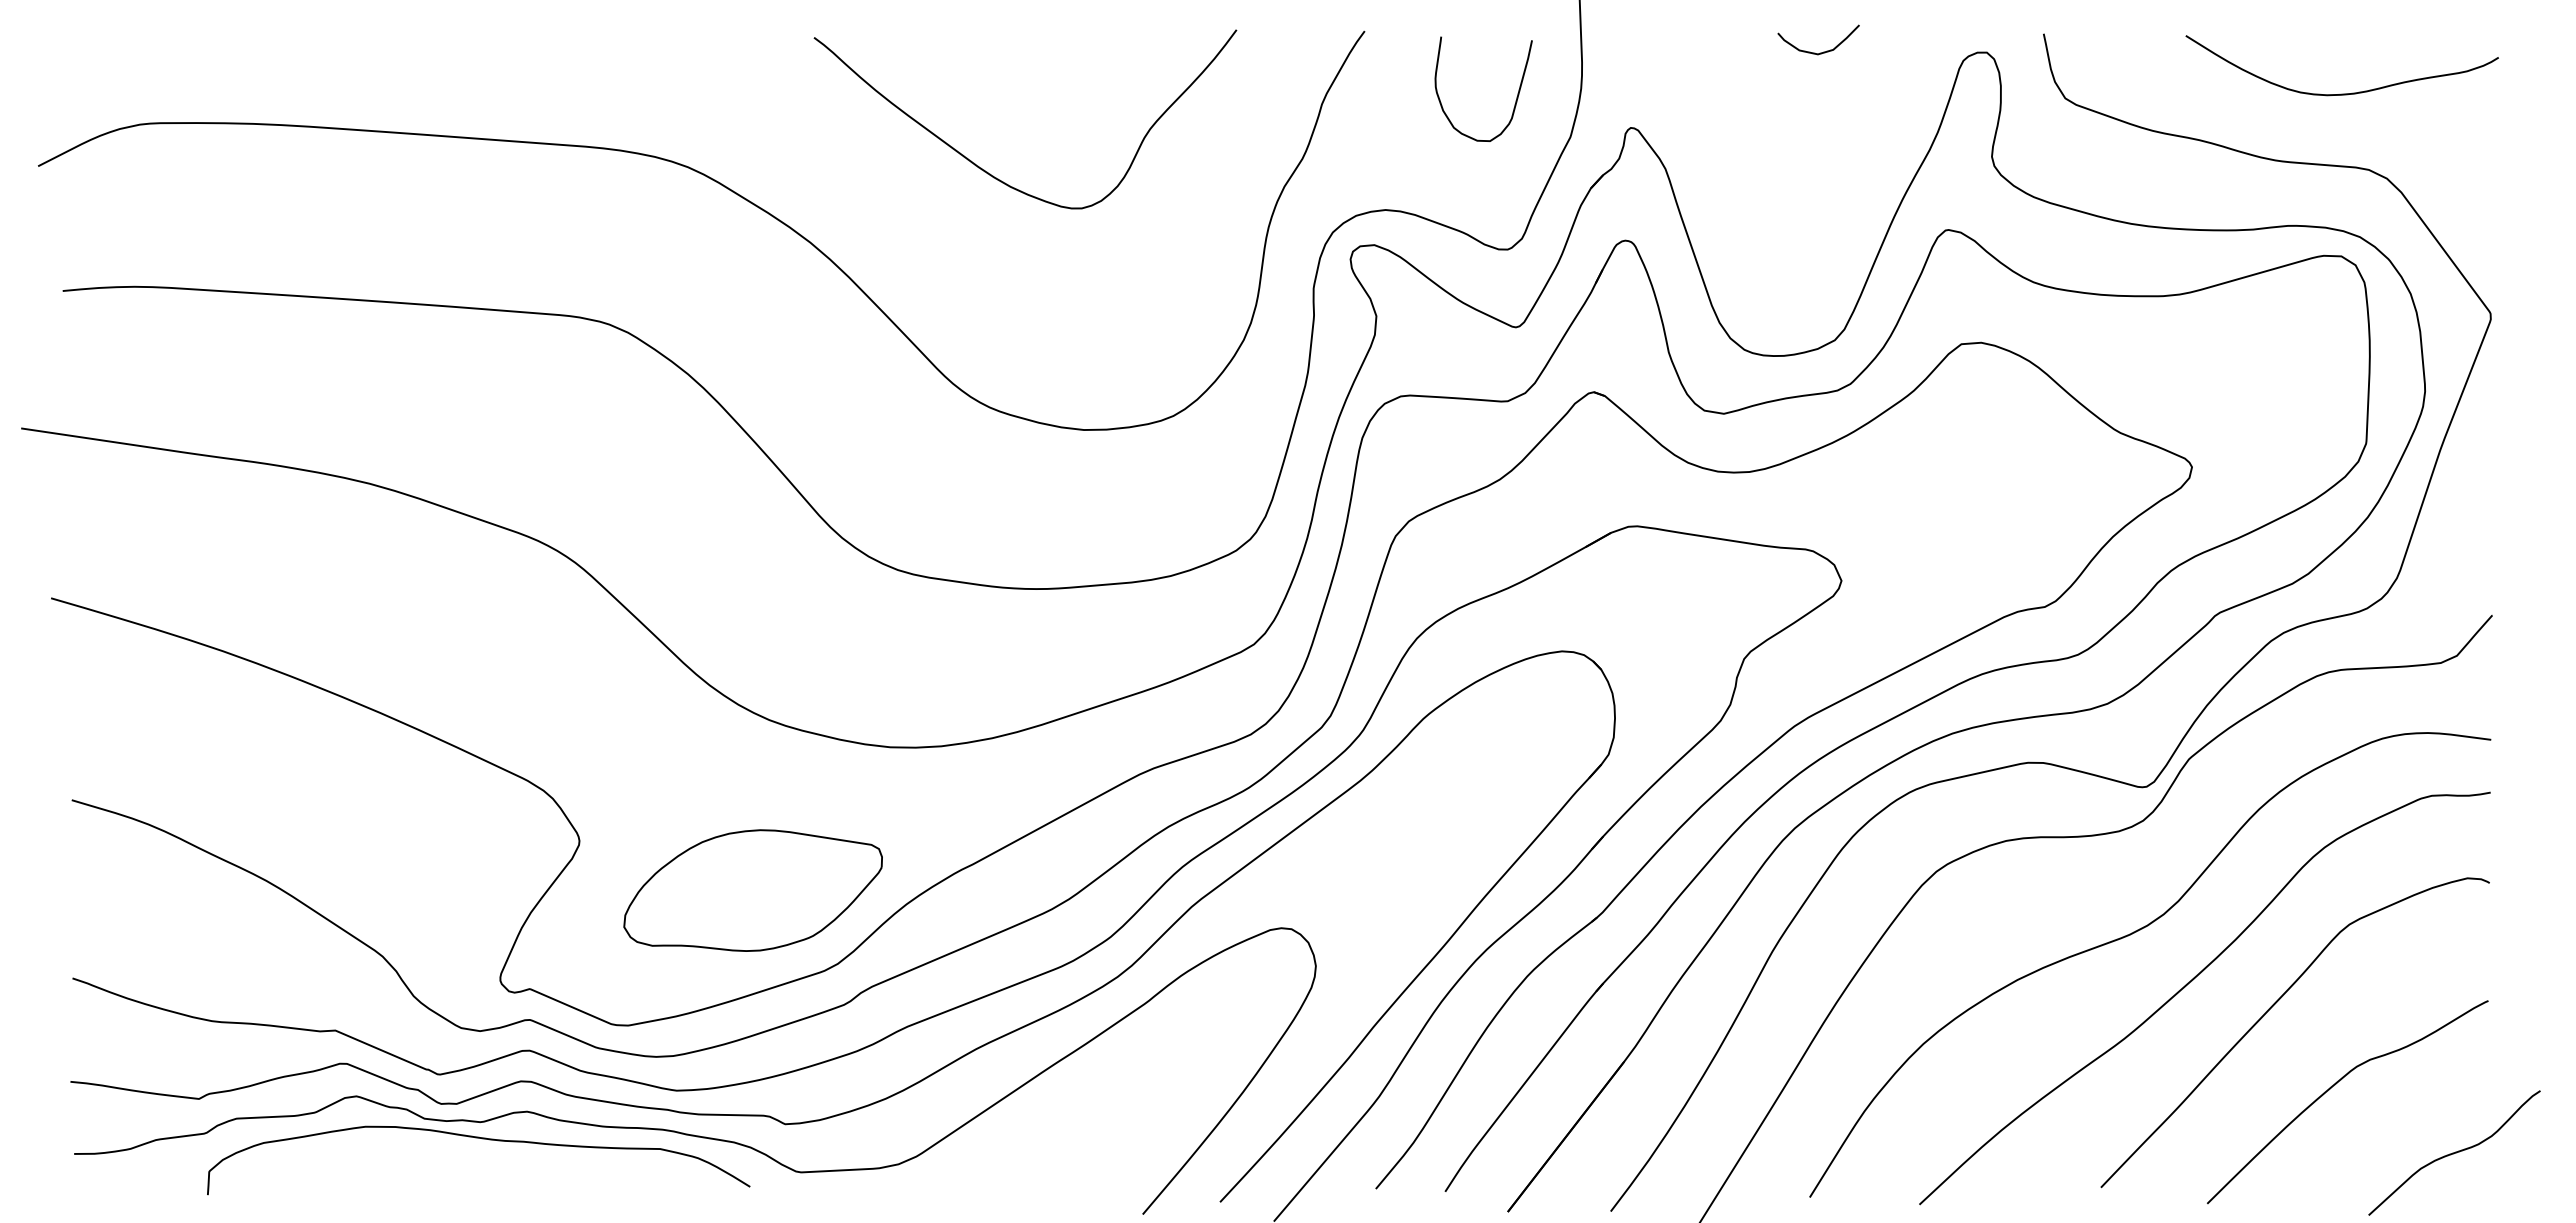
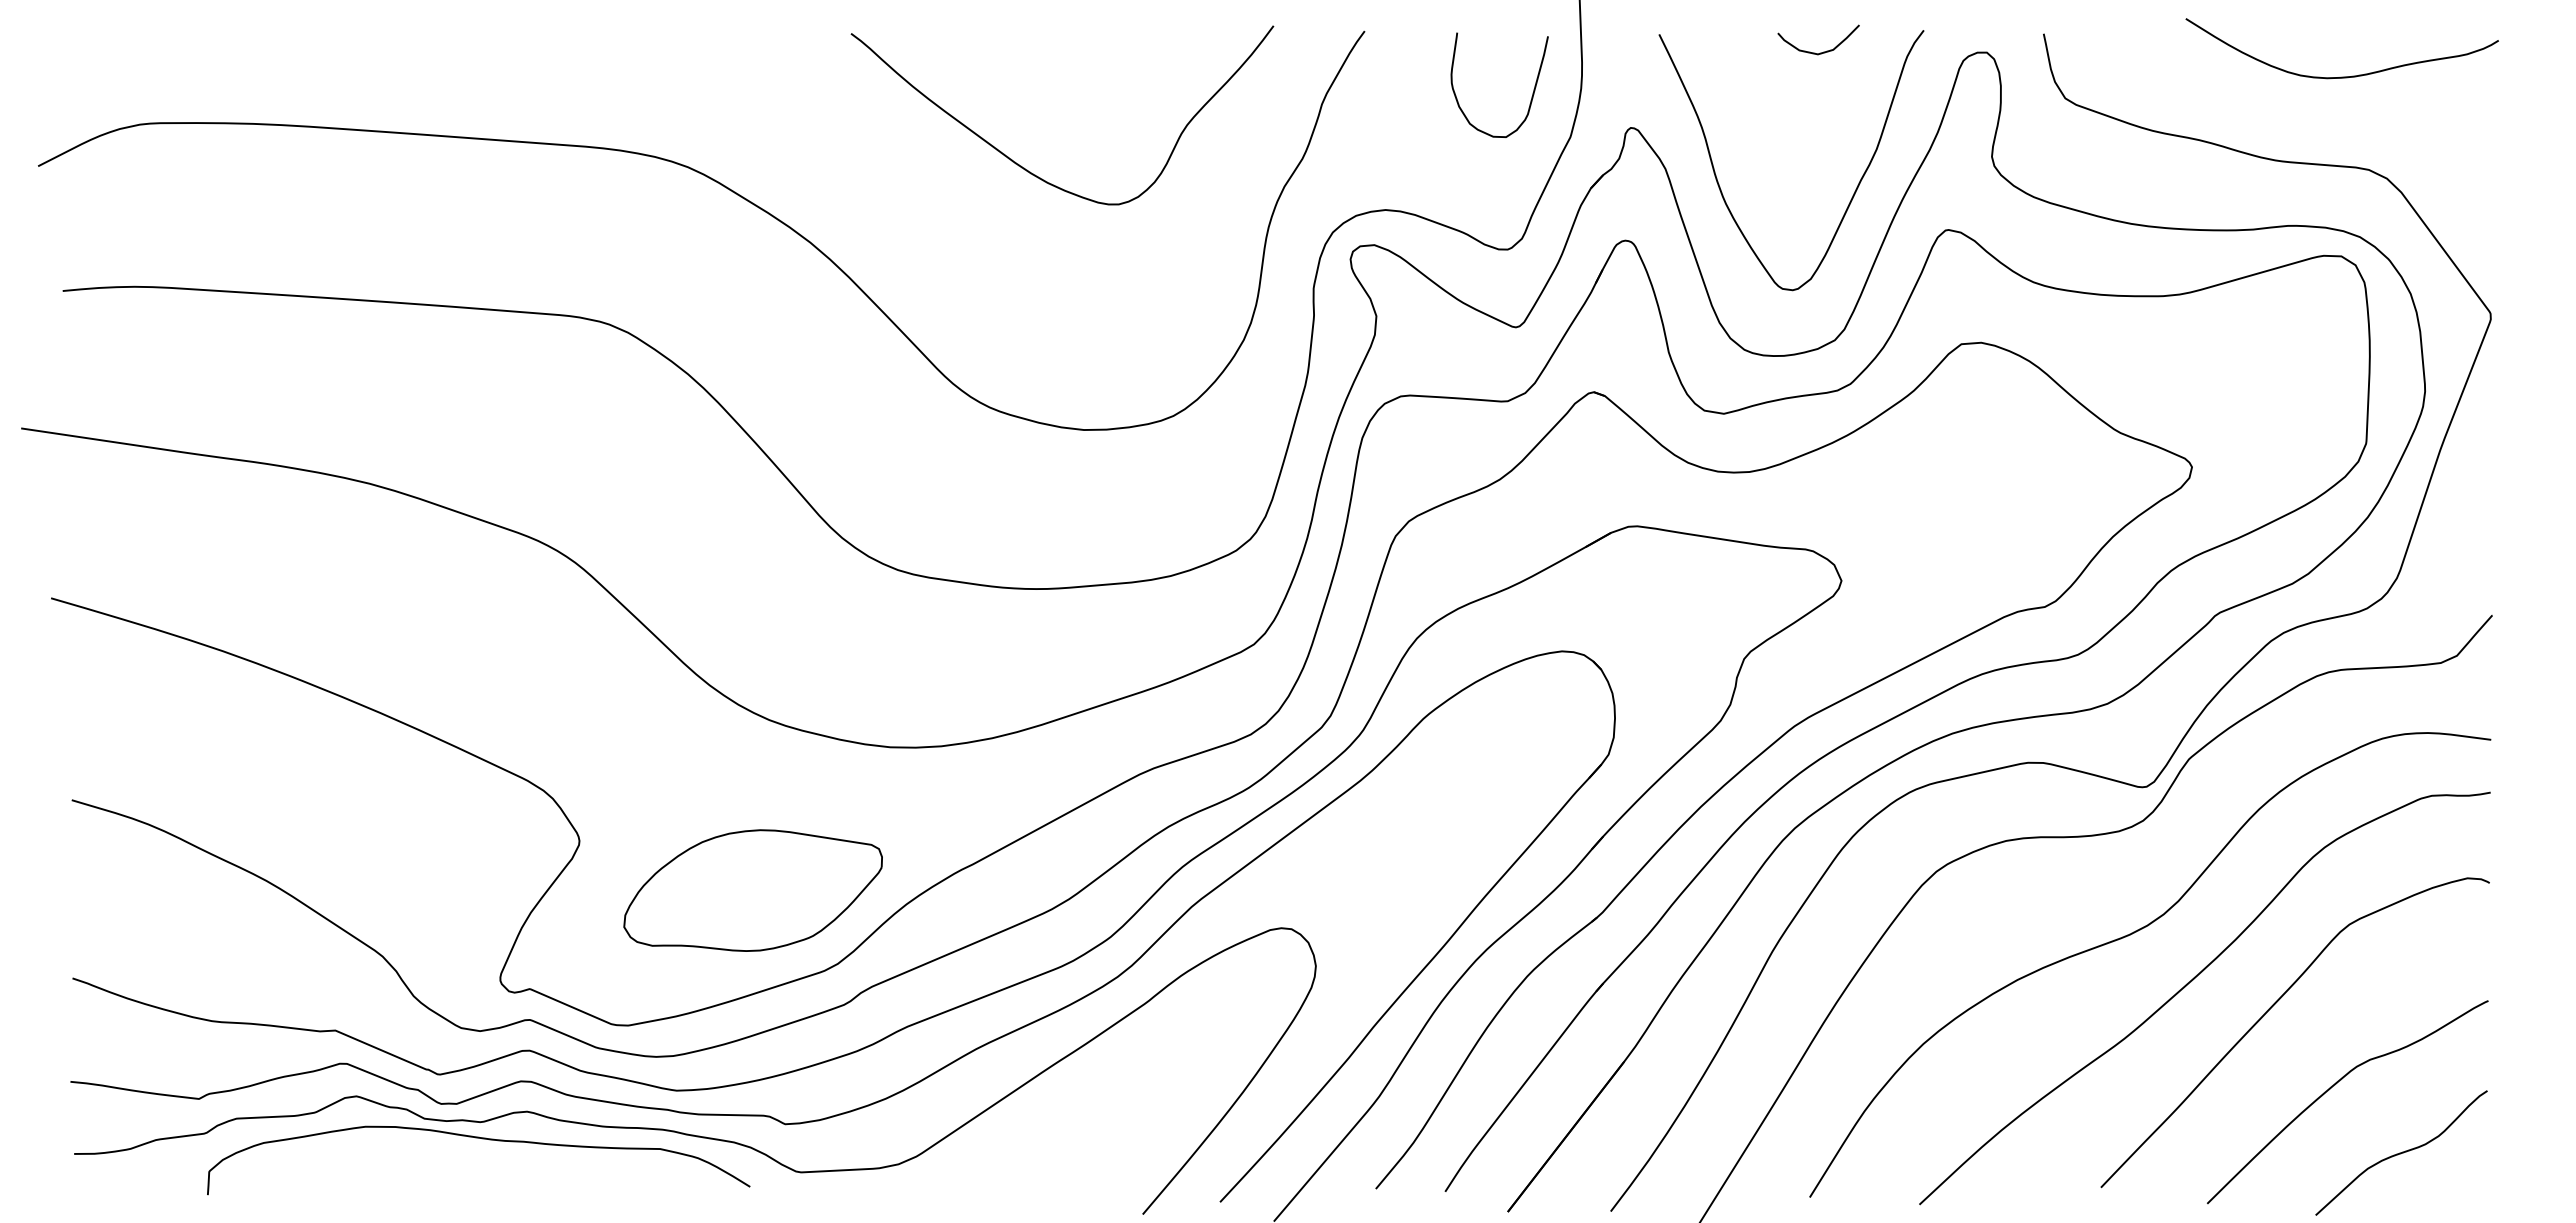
curve at (2341, 93) position: (2341, 93) -> (2341, 76)
curve at (1516, 96) position: (1516, 96) -> (1532, 92)
curve at (990, 173) position: (990, 173) -> (1027, 169)
curve at (1854, 191): none -> present
curve at (2454, 1152) position: (2454, 1152) -> (2401, 1152)
